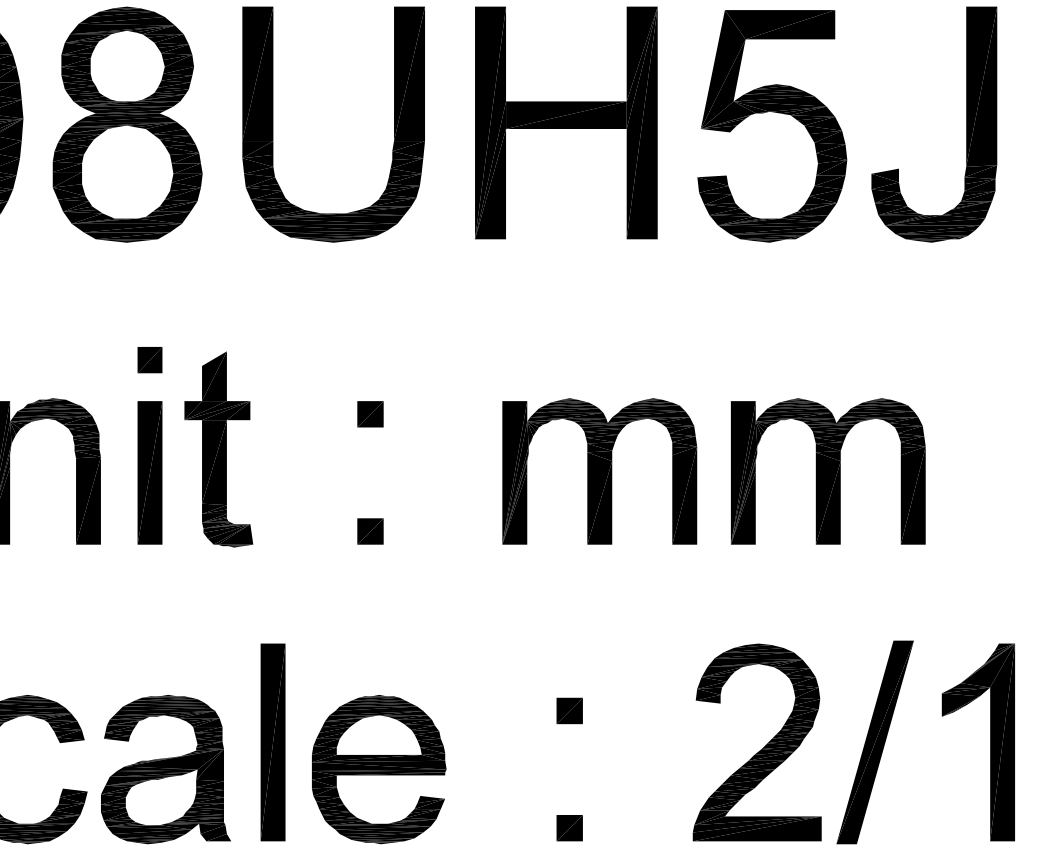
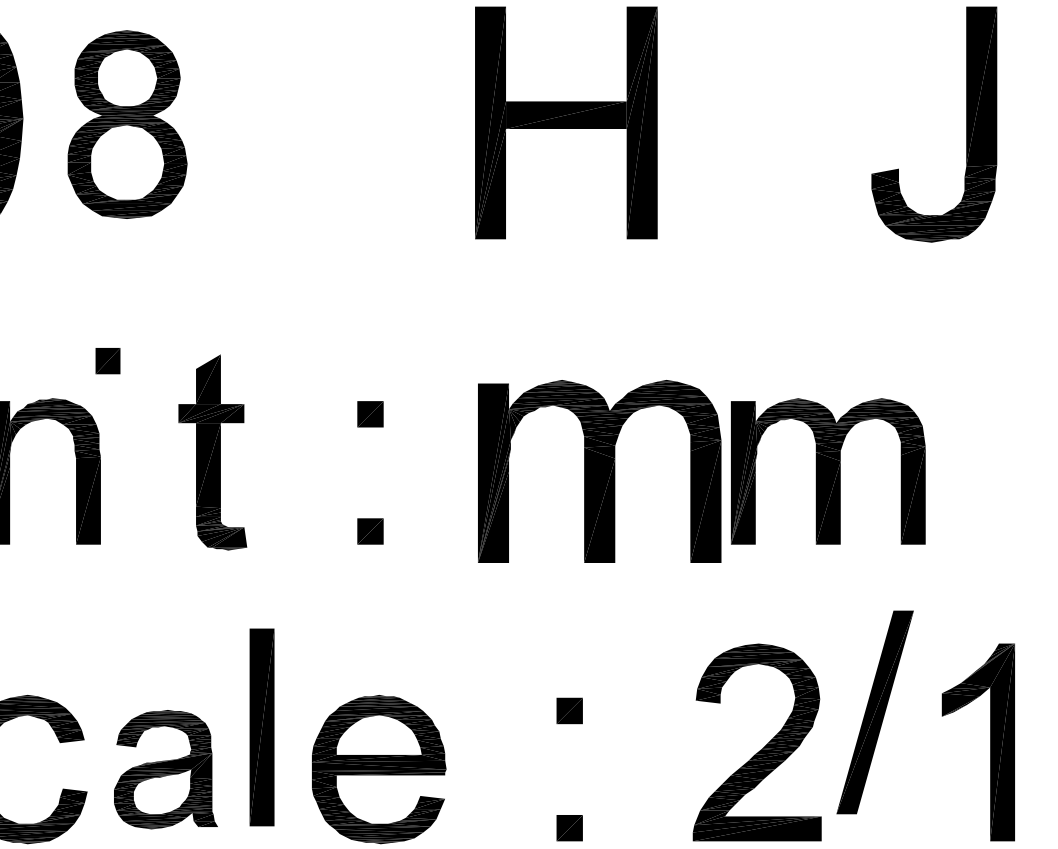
part at (772, 112): present -> none
part at (127, 124) size: 151x237 px -> 121x189 px
part at (273, 124): present -> none
part at (149, 360) position: (149, 360) -> (107, 361)
part at (218, 449) position: (218, 449) -> (212, 452)
part at (599, 471) size: 196x147 px -> 244x183 px
part at (149, 472): present -> none
part at (272, 742) position: (272, 742) -> (261, 727)
part at (874, 742) position: (874, 742) -> (874, 712)
part at (165, 769) size: 130x150 px -> 104x120 px
